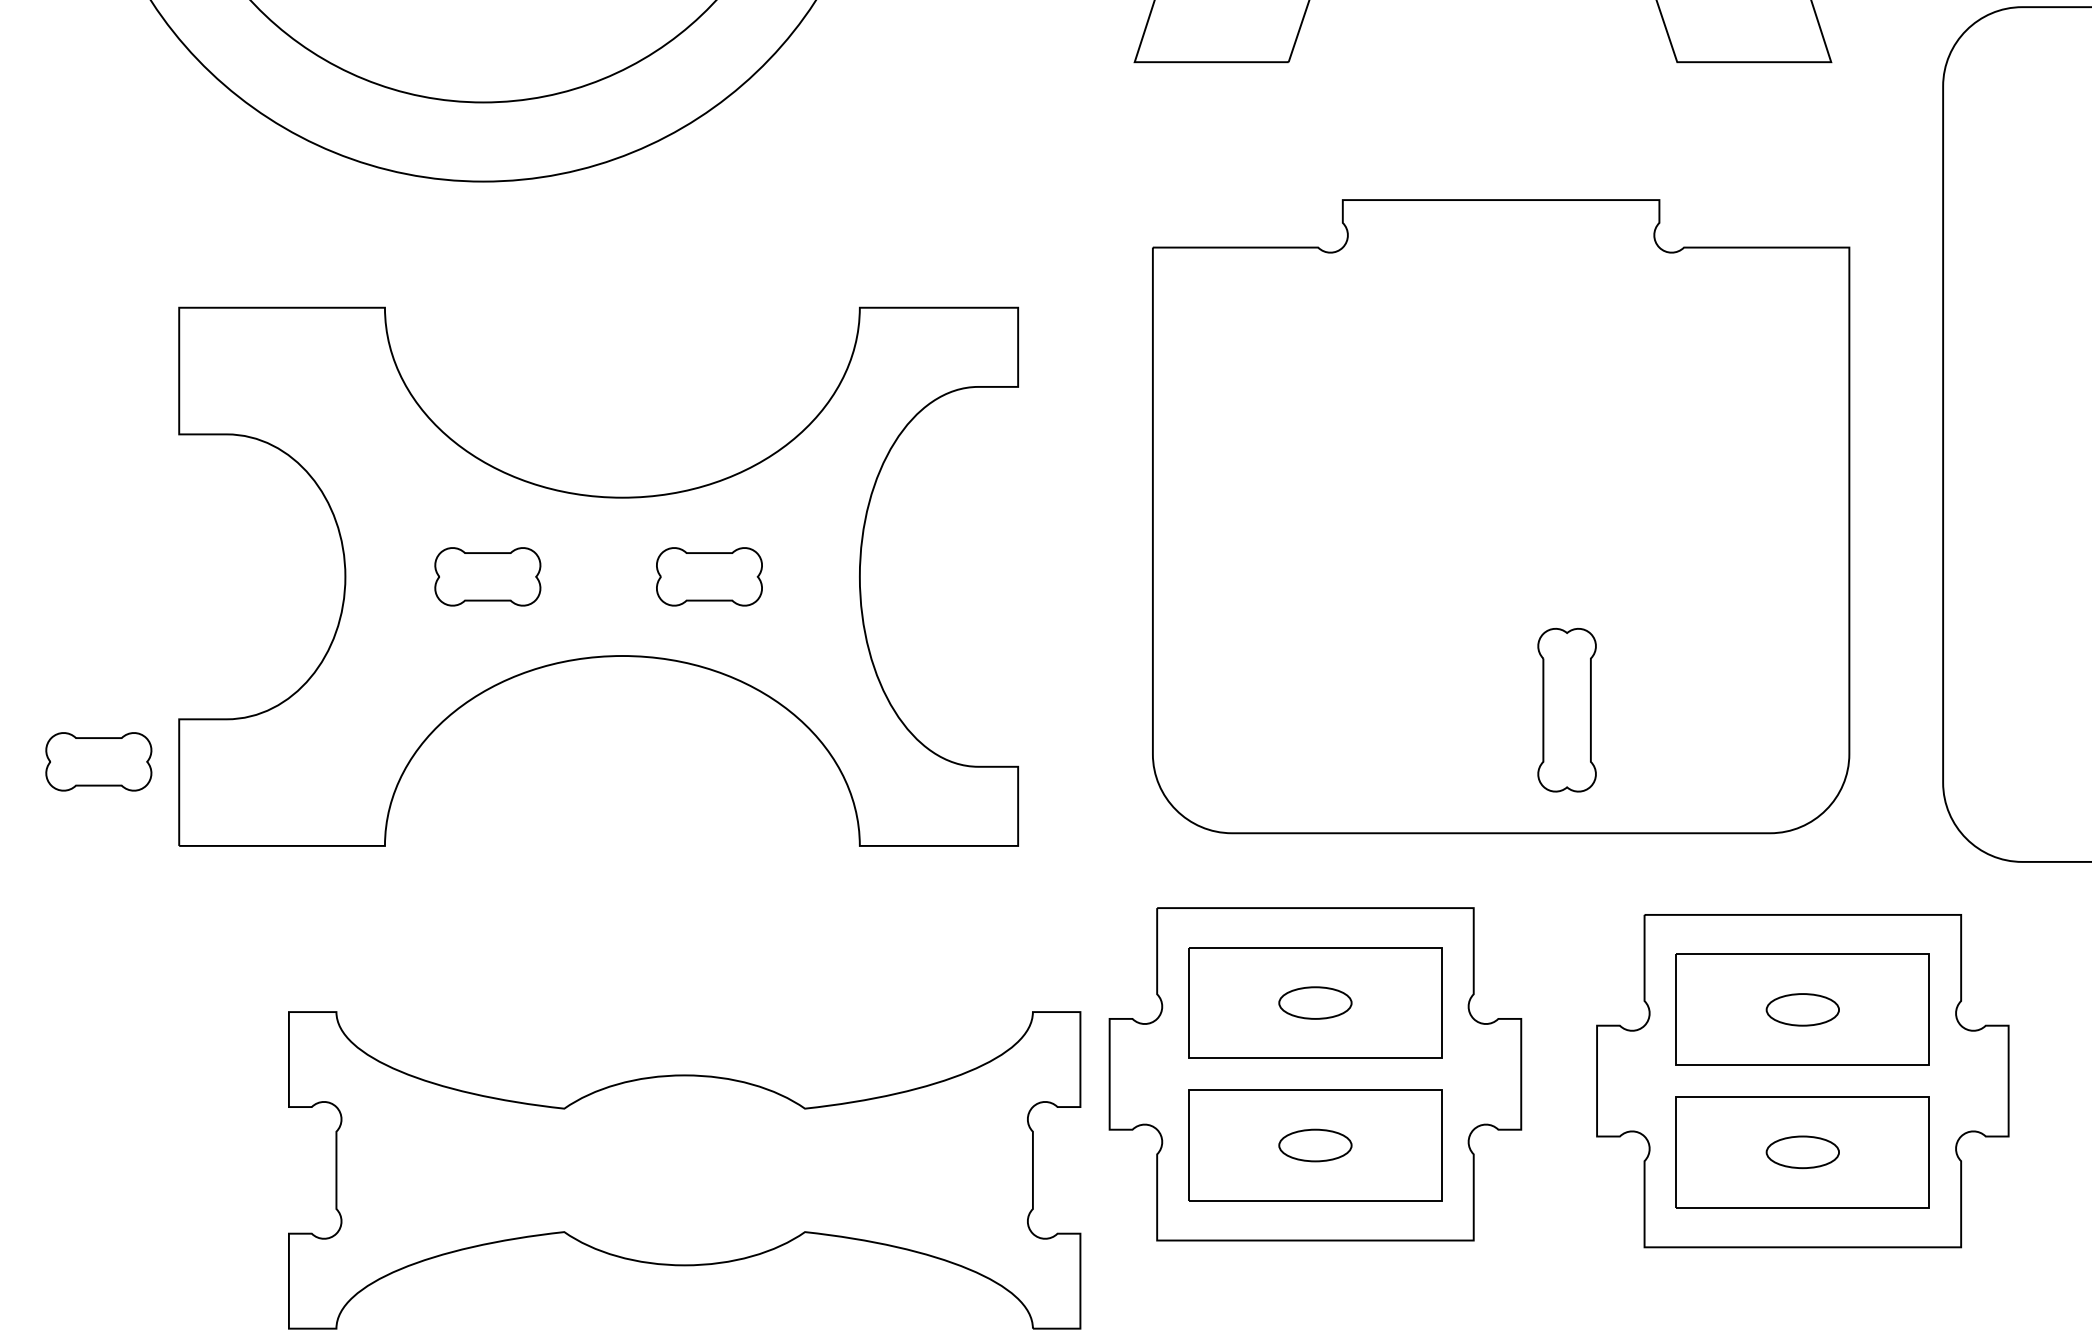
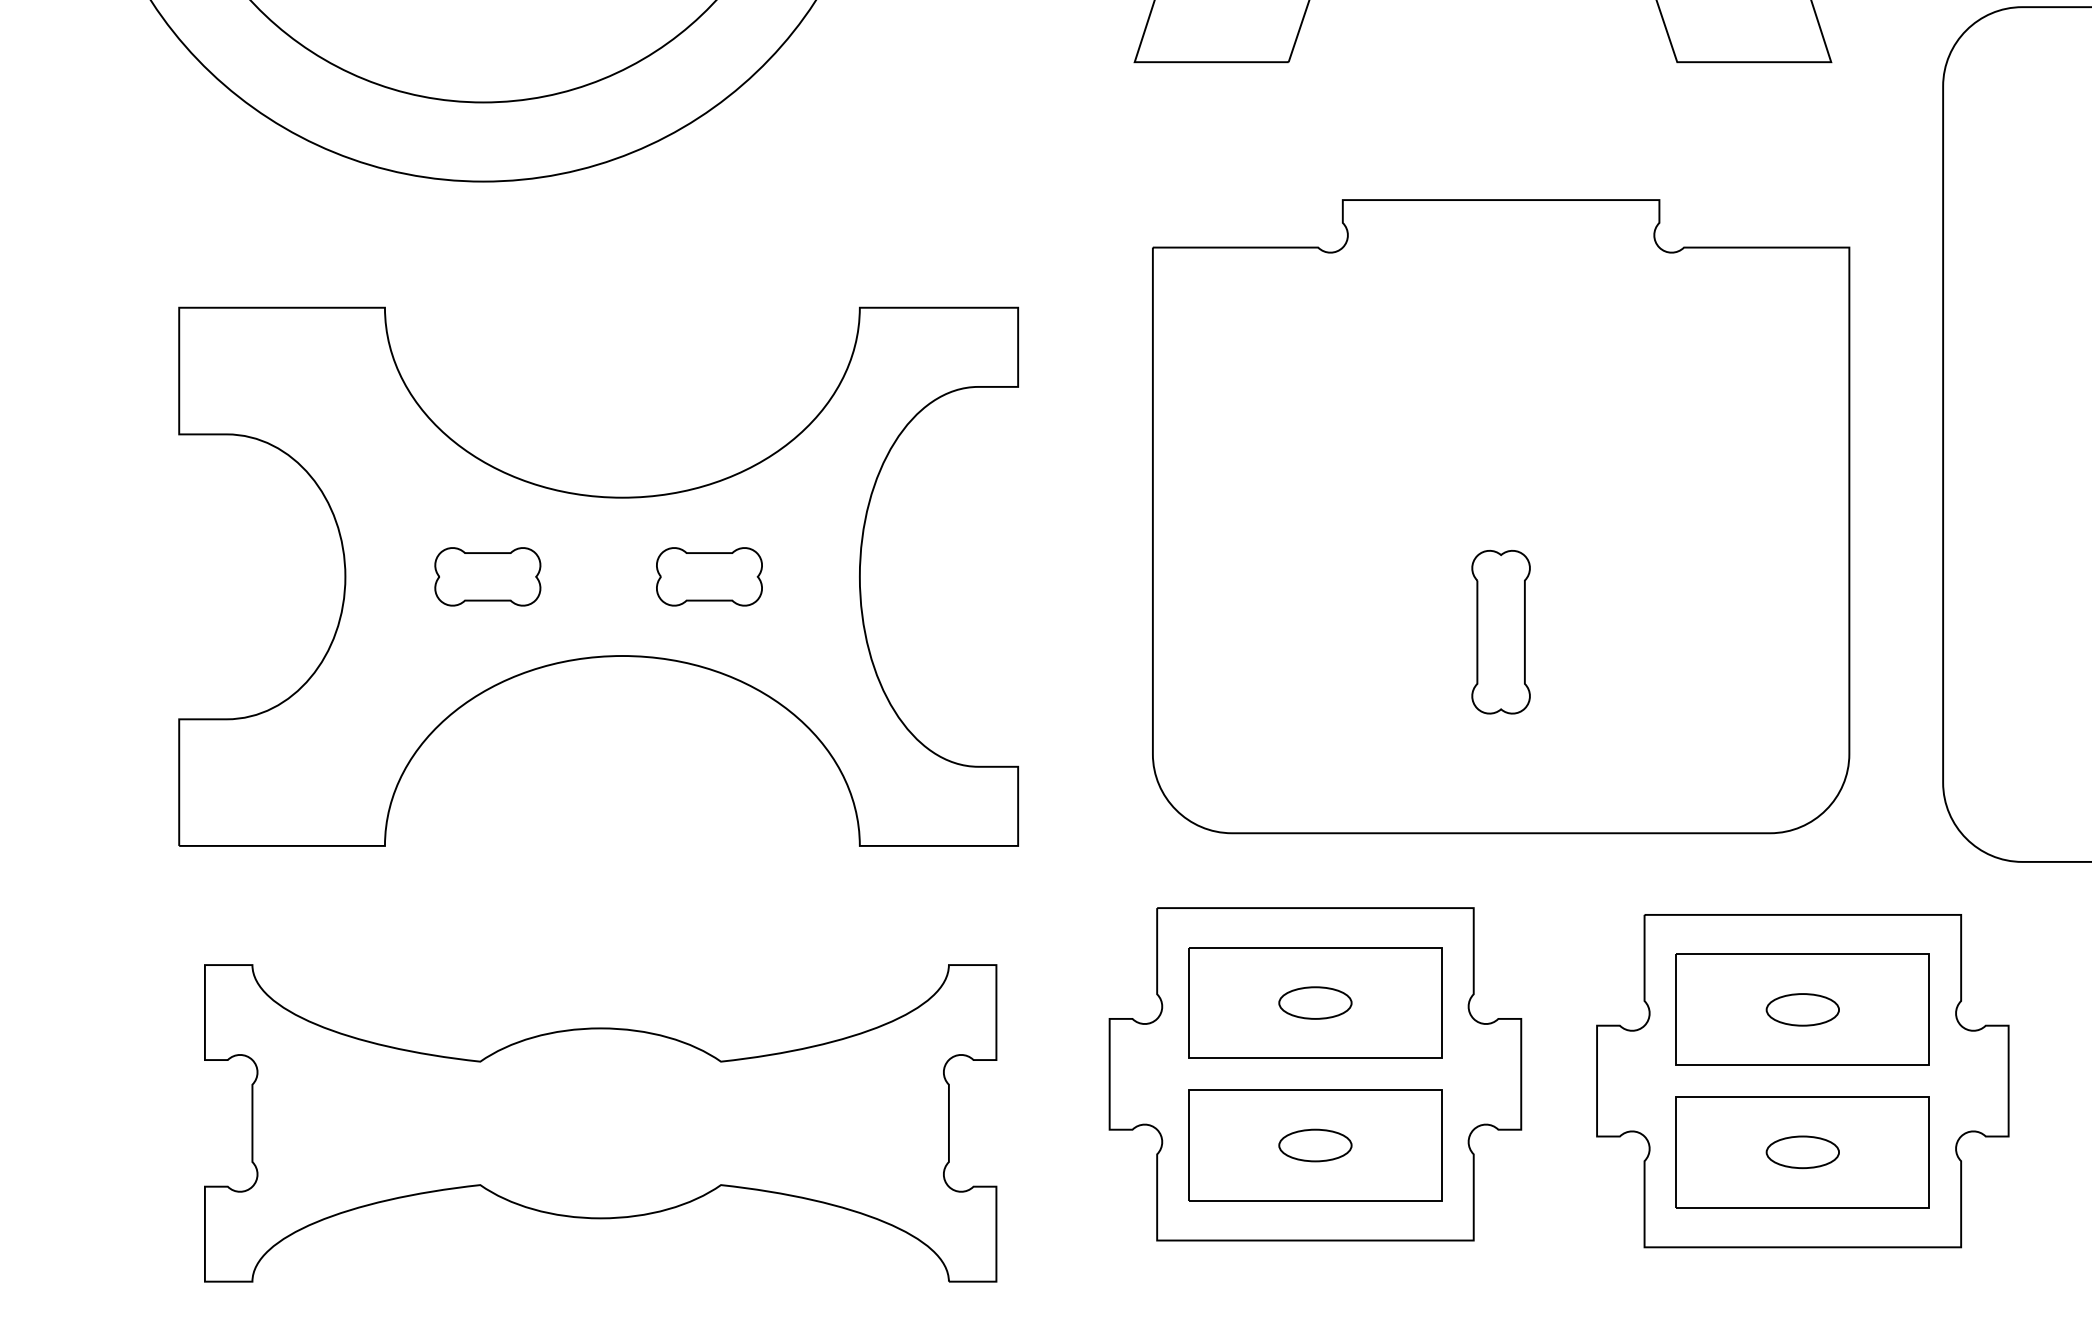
part at (1566, 709) position: (1566, 709) -> (1500, 631)
part at (98, 761): present -> none
part at (684, 1170) position: (684, 1170) -> (600, 1123)
